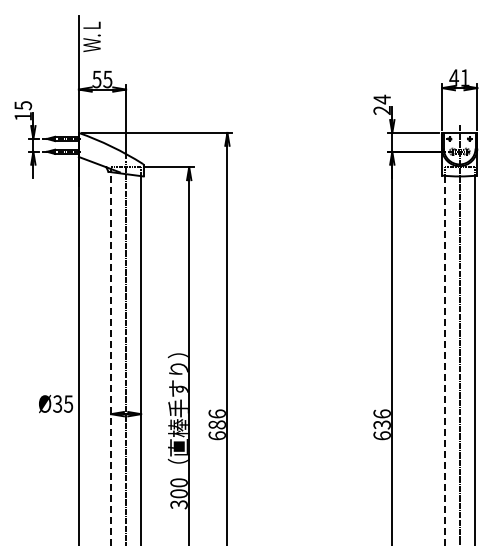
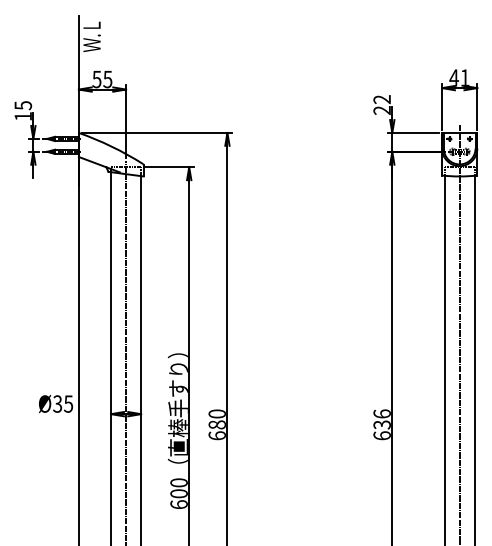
text at (381, 99): 24 -> 22
line at (111, 358): dashed -> solid
line at (444, 360): dashed -> solid
text at (216, 413): 686 -> 680
text at (178, 504): 300 -> 600
